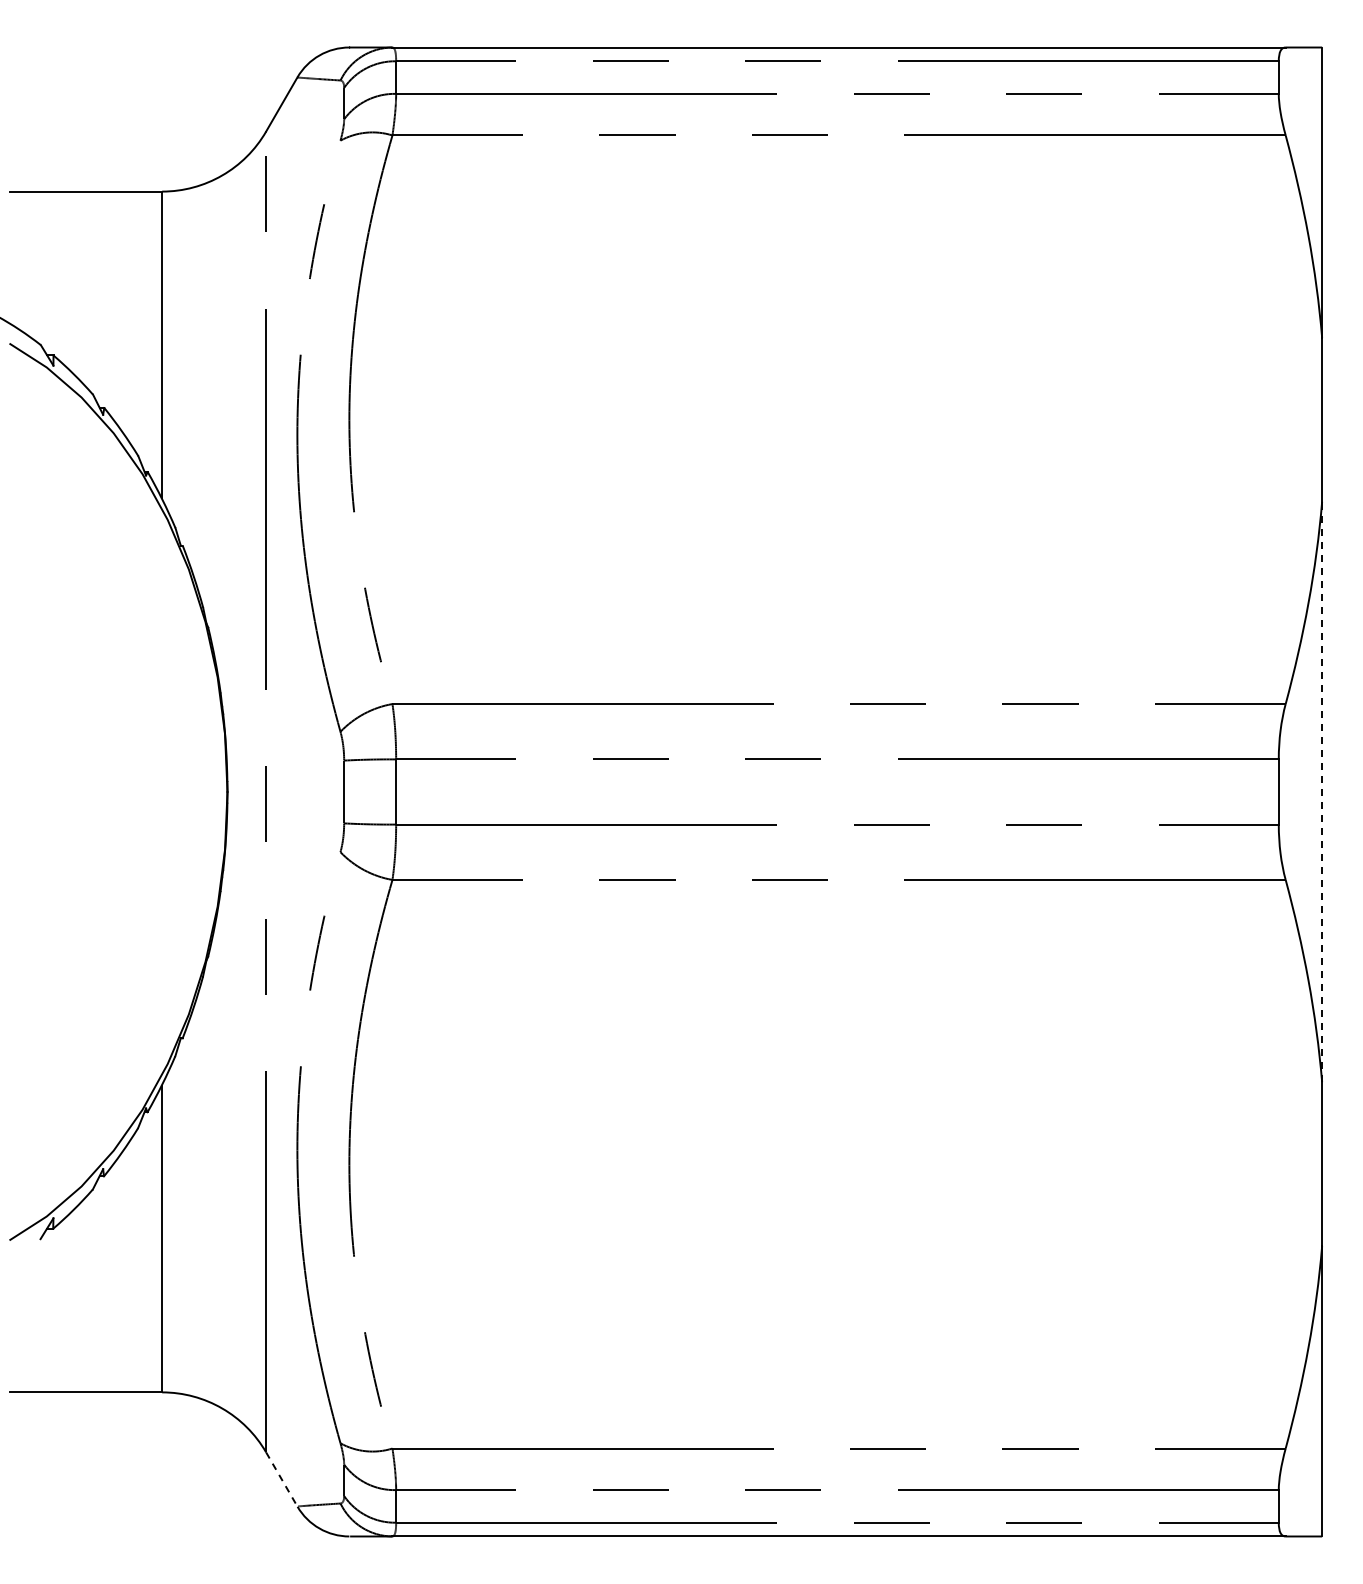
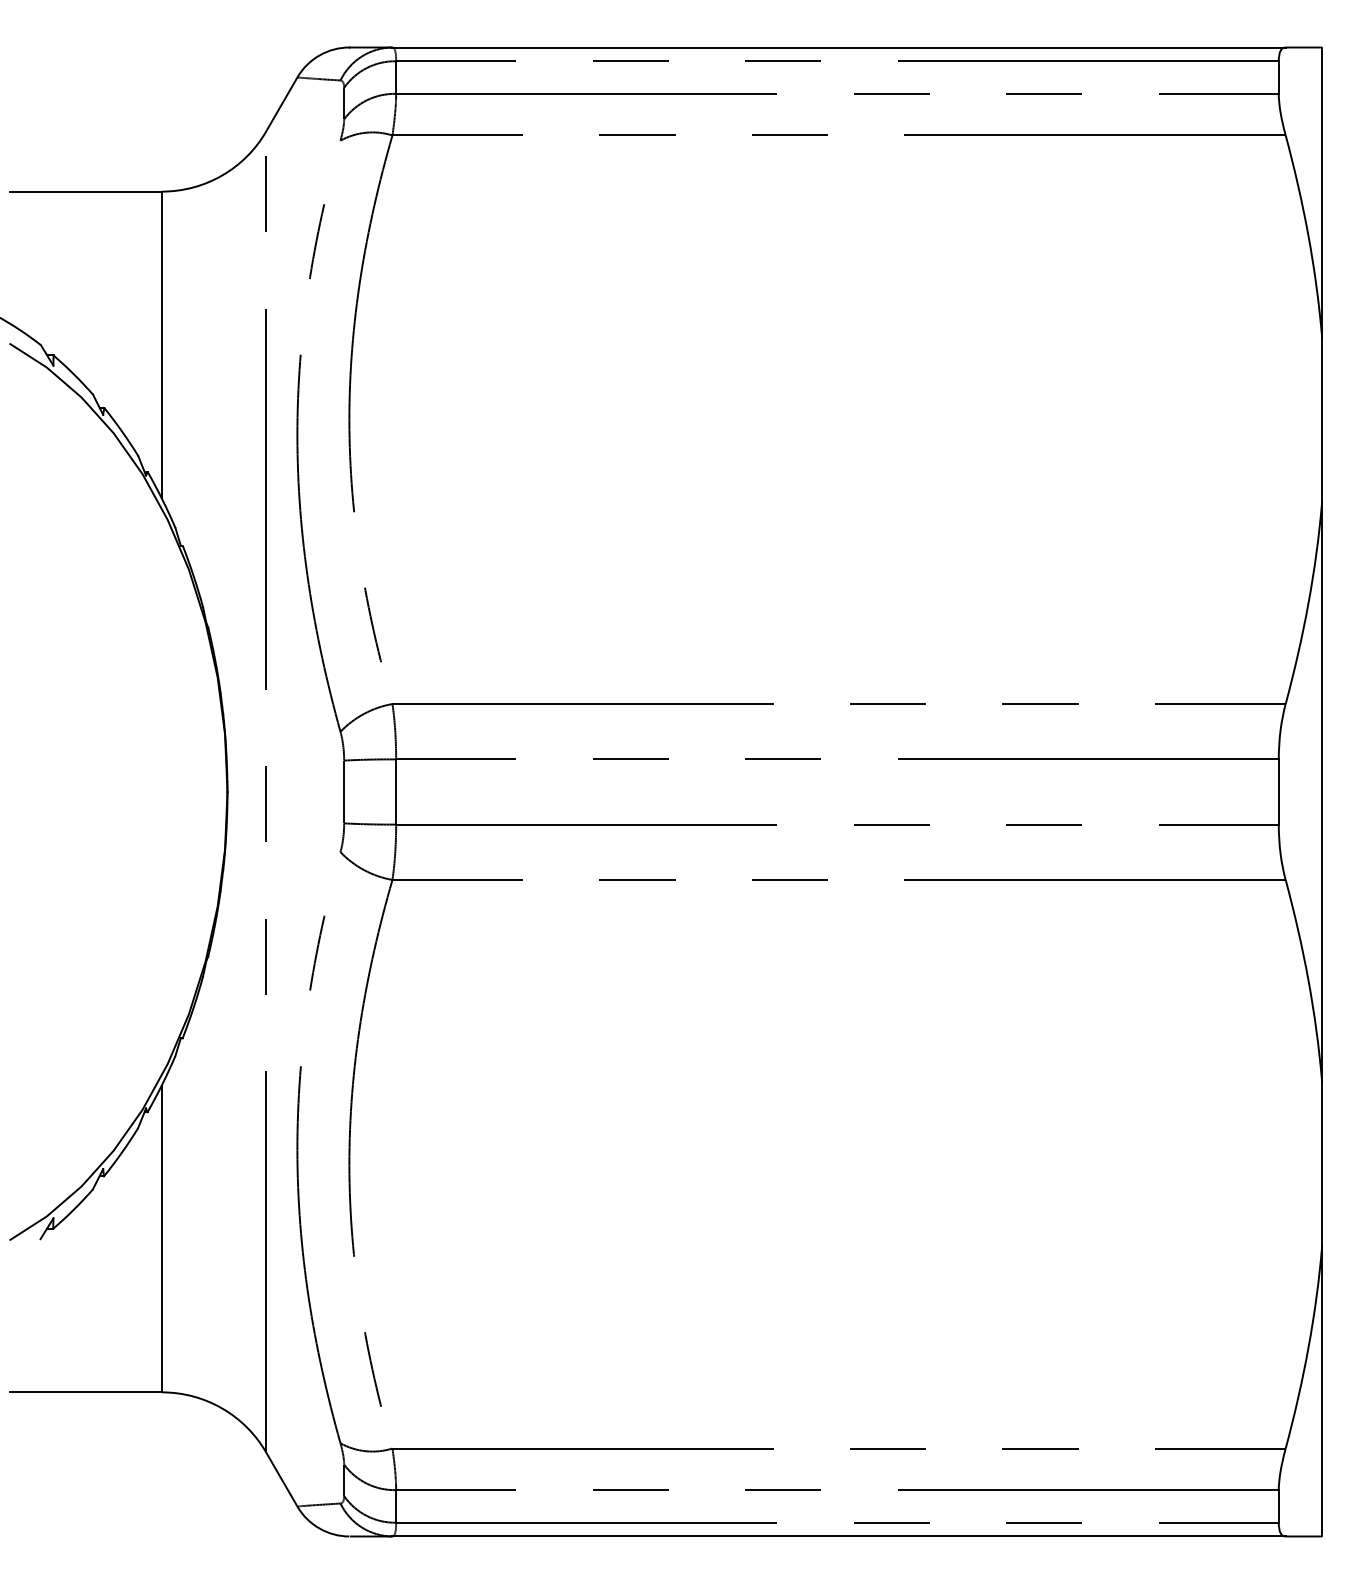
line at (1322, 791): dashed -> solid
line at (282, 1480): dashed -> solid
